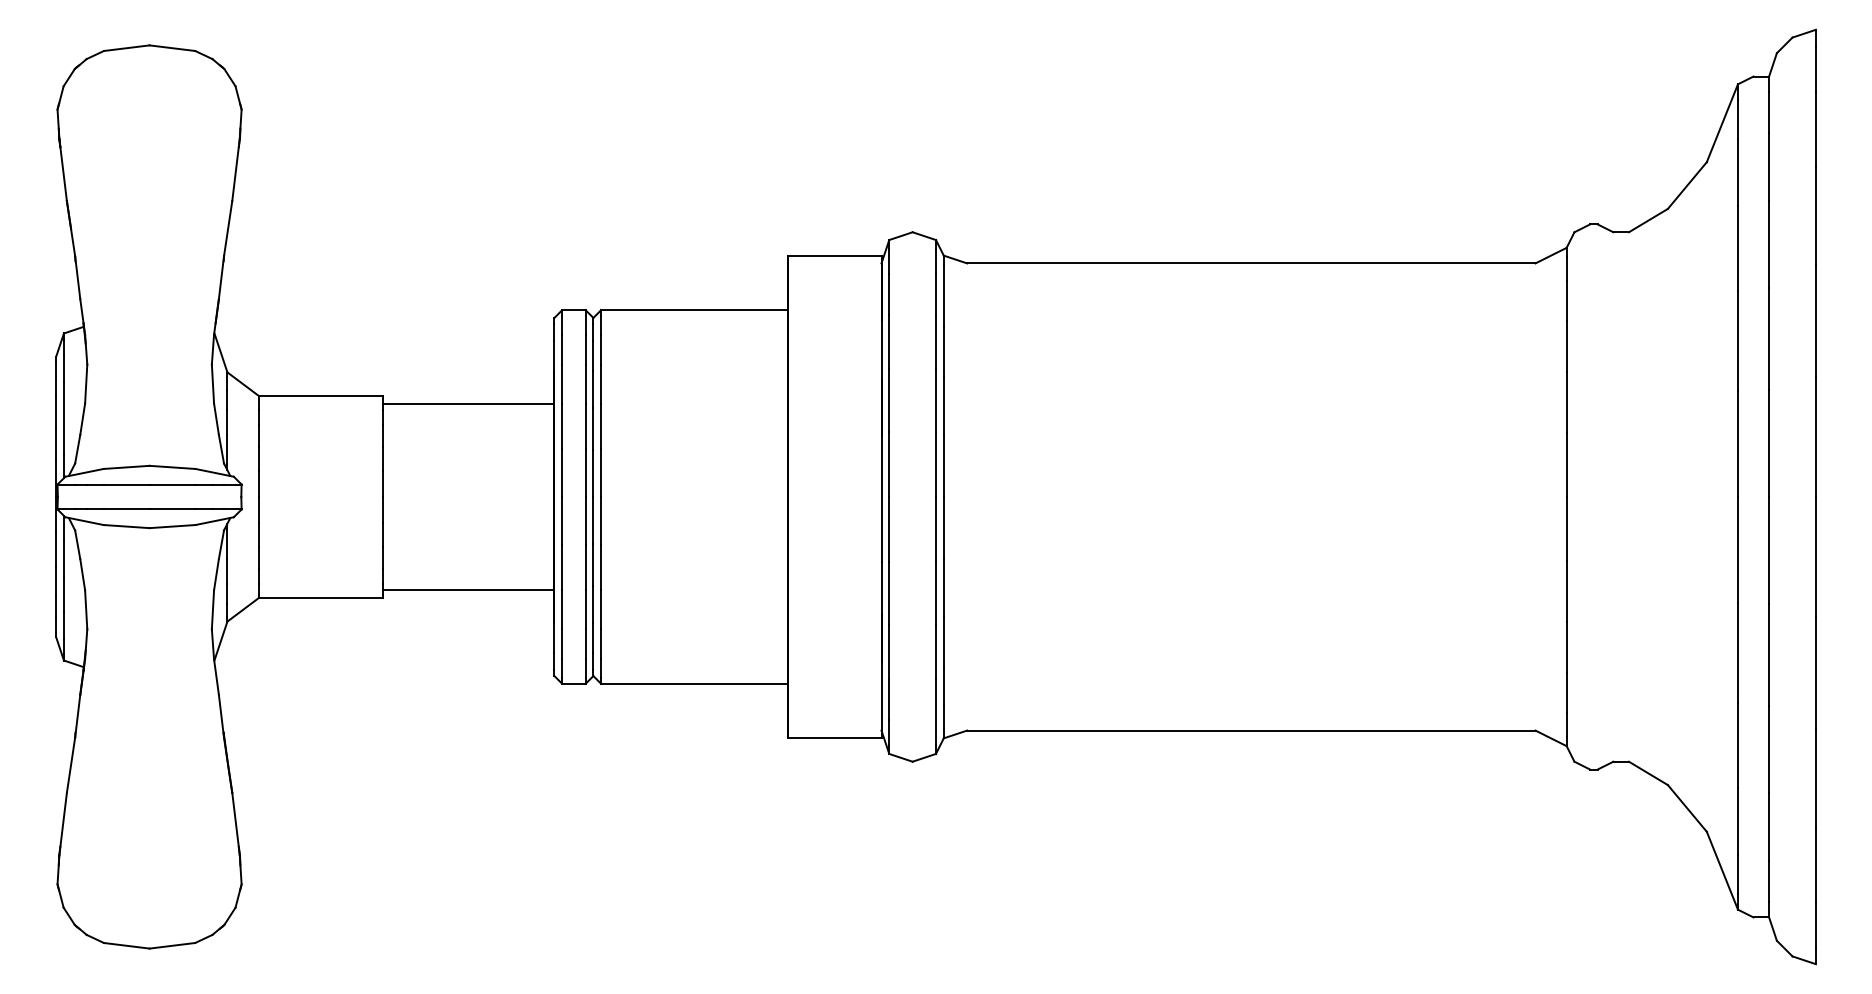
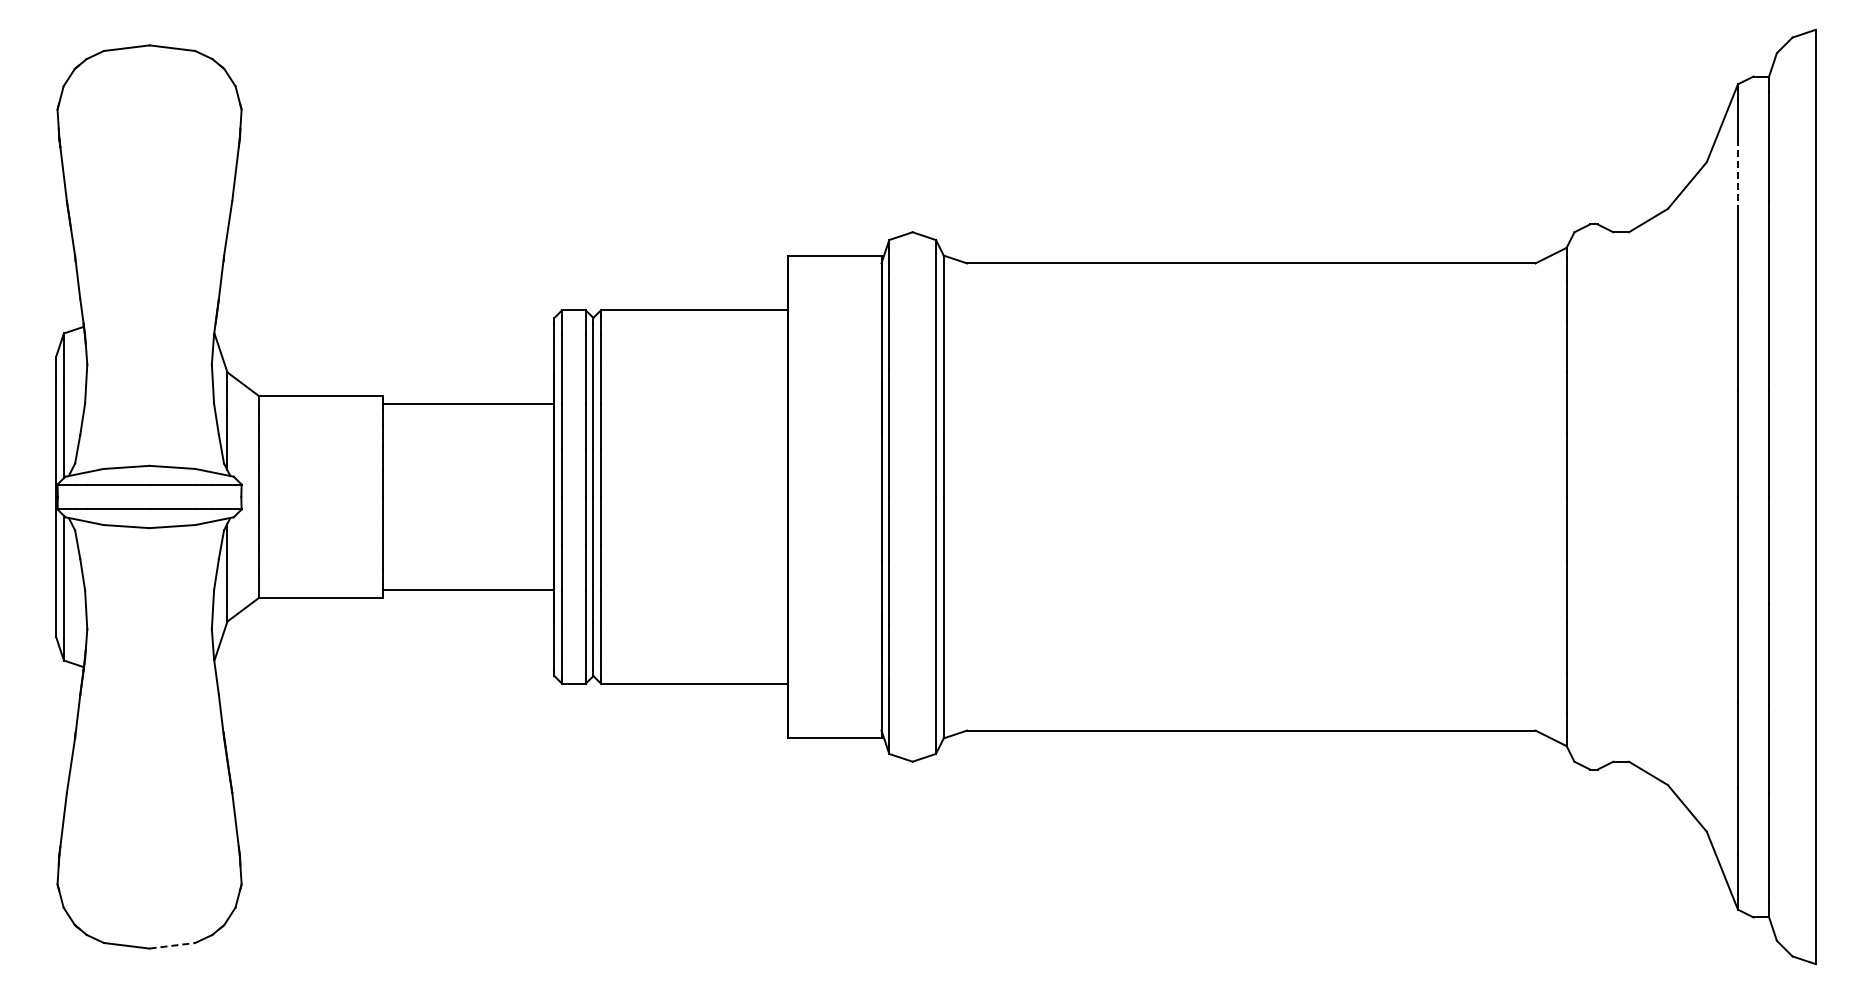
line at (1737, 172): solid -> dashed
line at (172, 945): solid -> dashed
